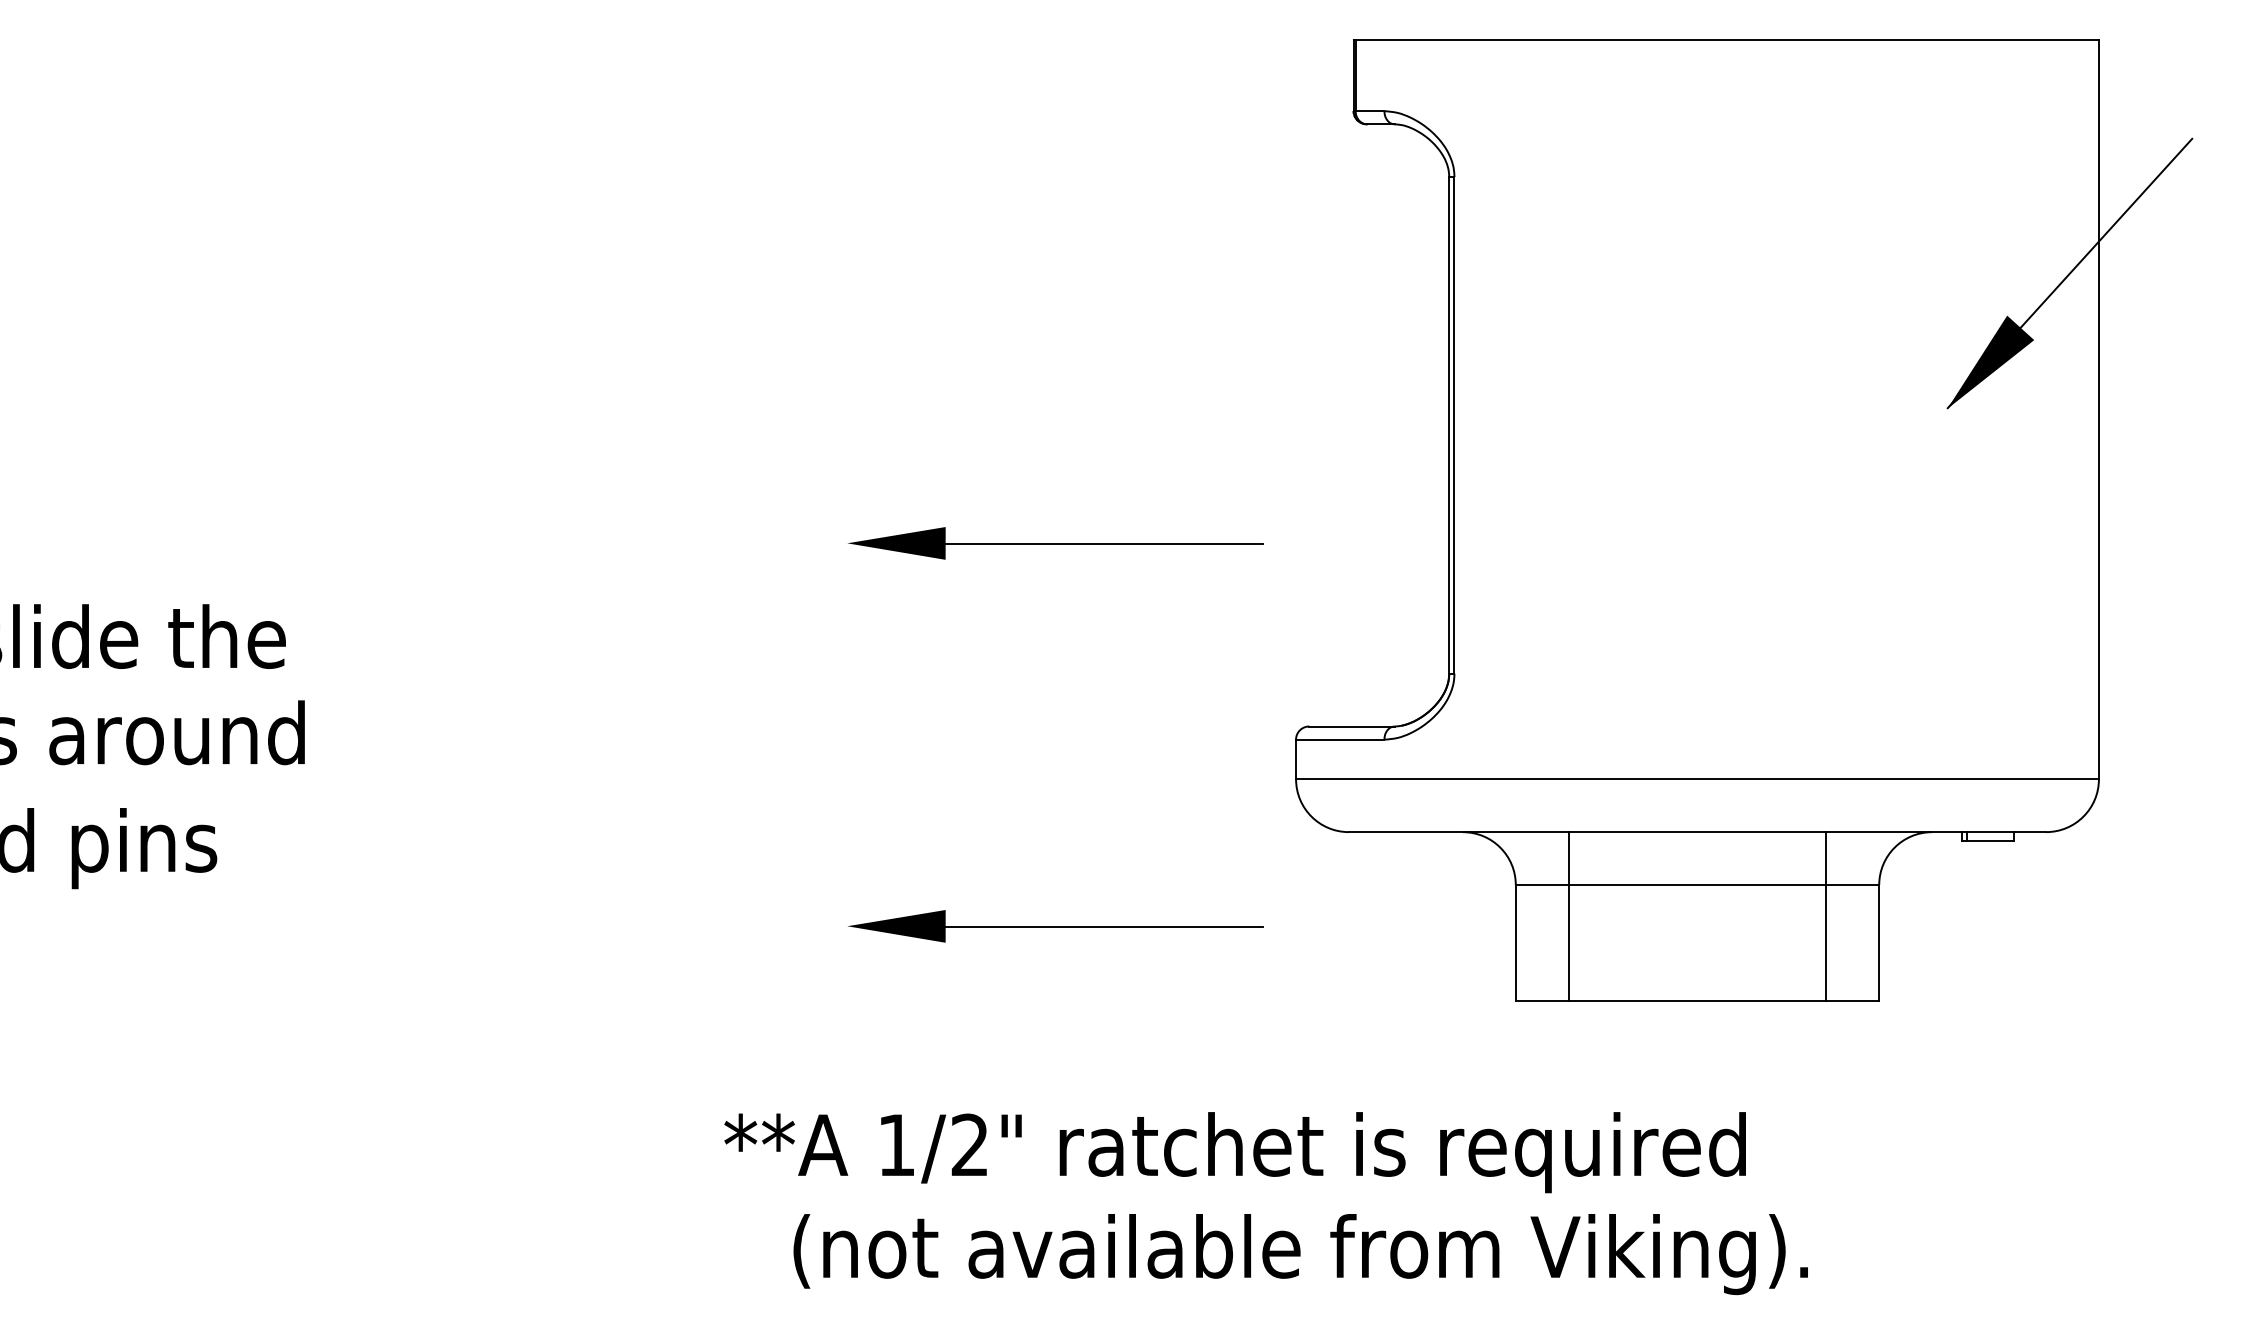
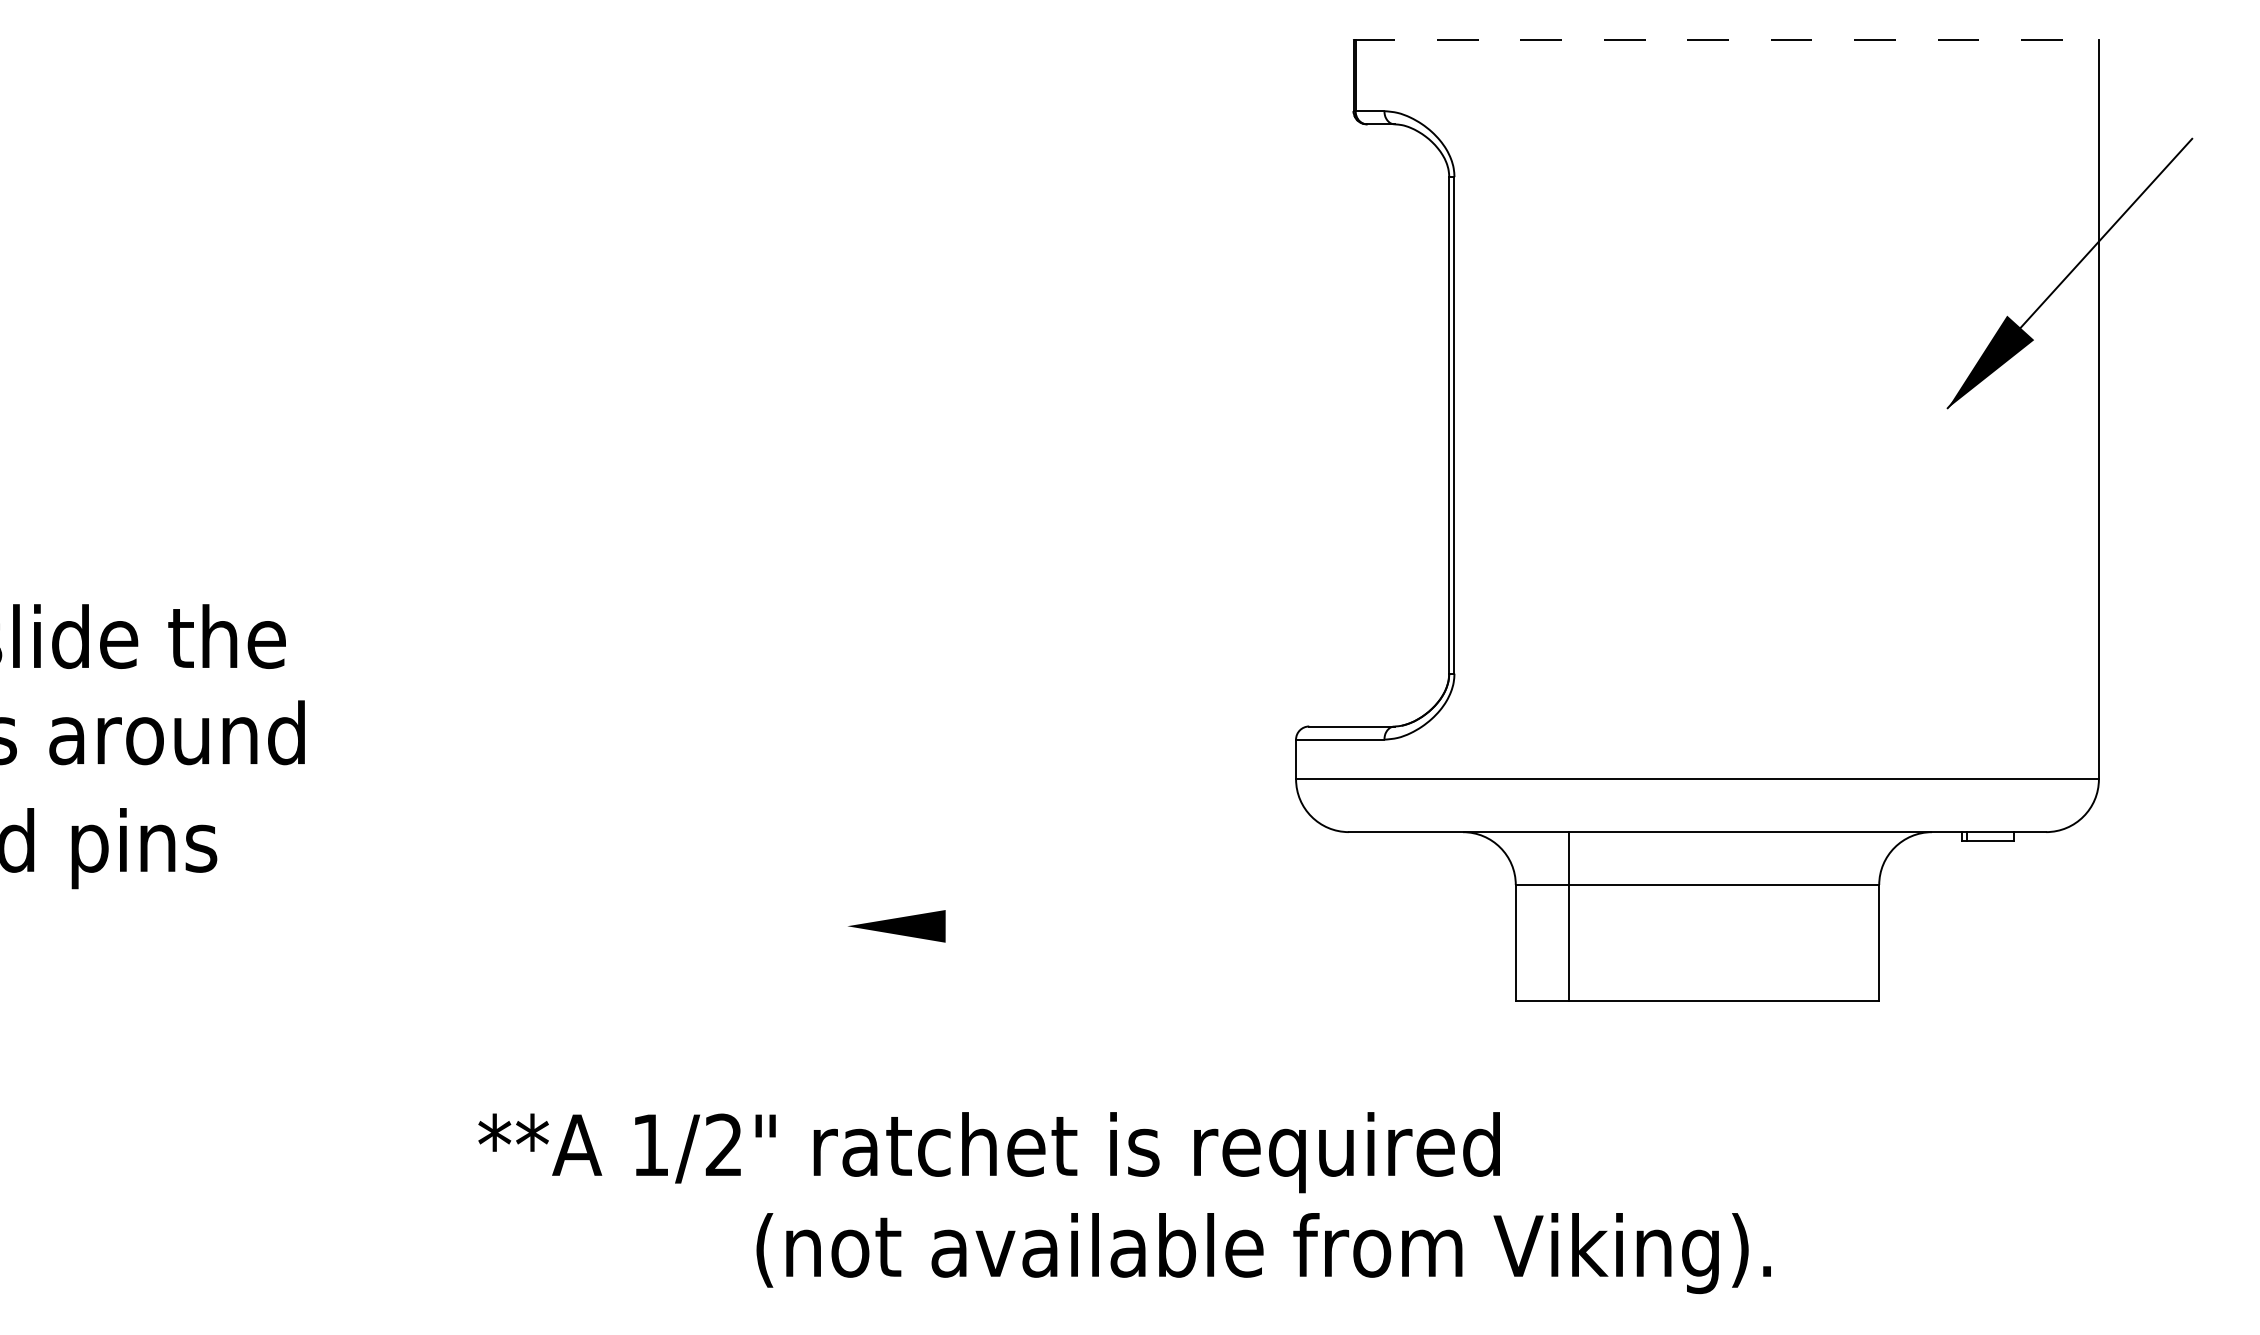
line at (1726, 39): solid -> dashed
part at (1055, 543): present -> none
line at (1826, 916): present -> none
line at (1071, 926): present -> none
text at (1234, 1152) position: (1234, 1152) -> (988, 1152)
text at (1300, 1254) position: (1300, 1254) -> (1263, 1253)
